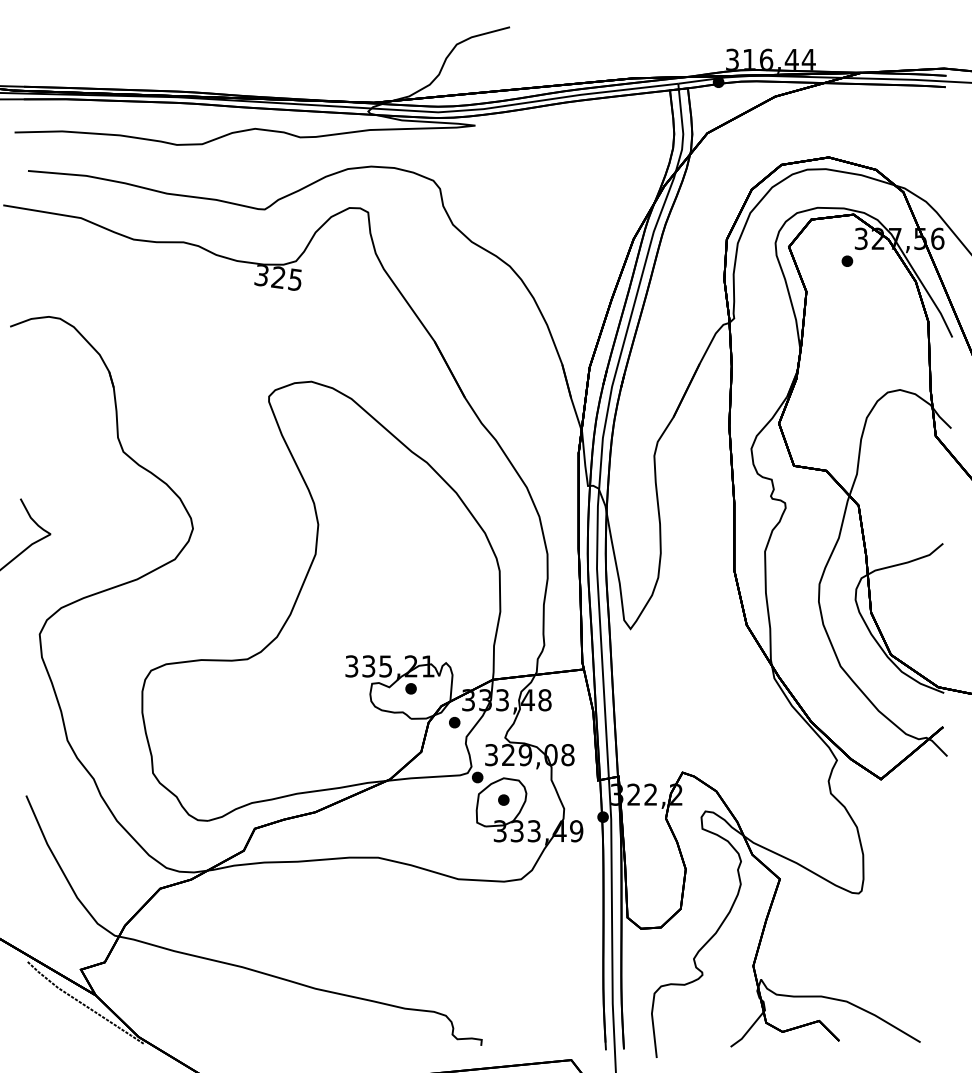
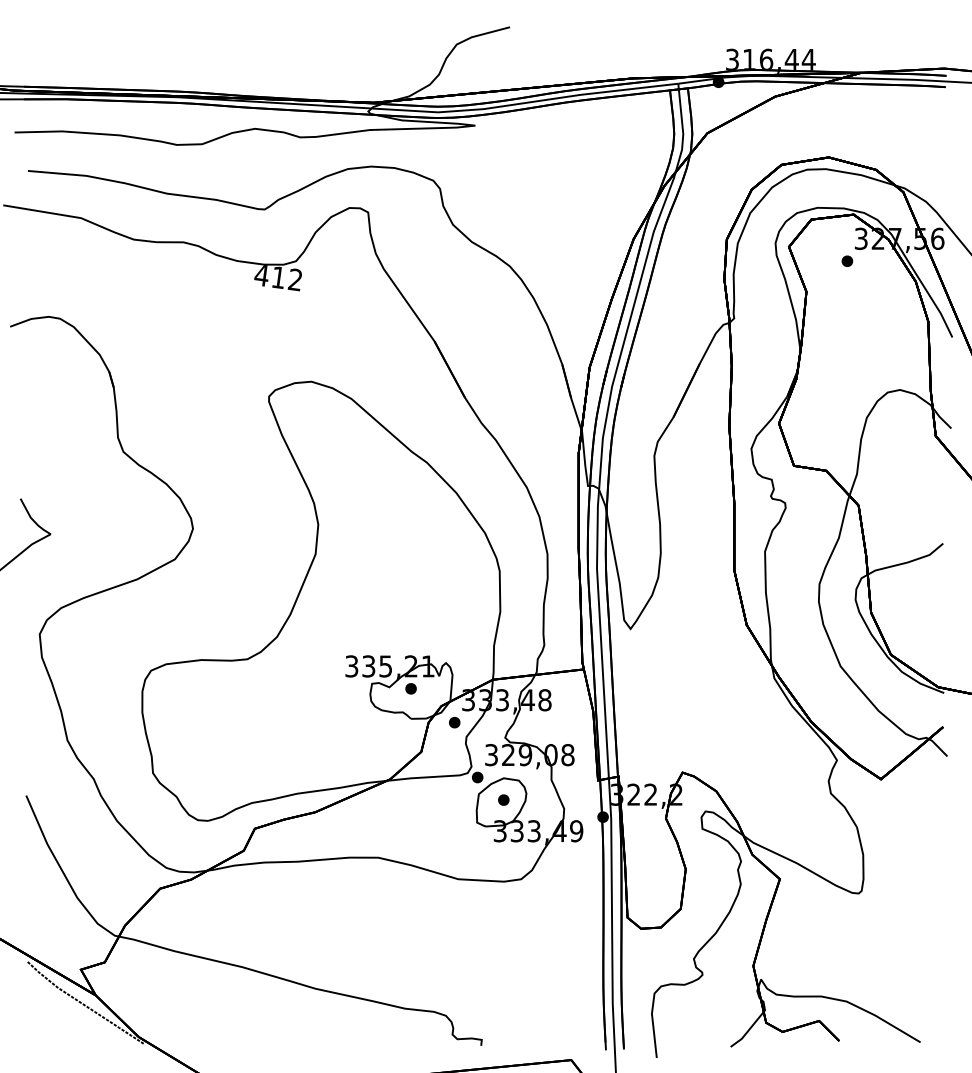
text at (277, 277): 325 -> 412
